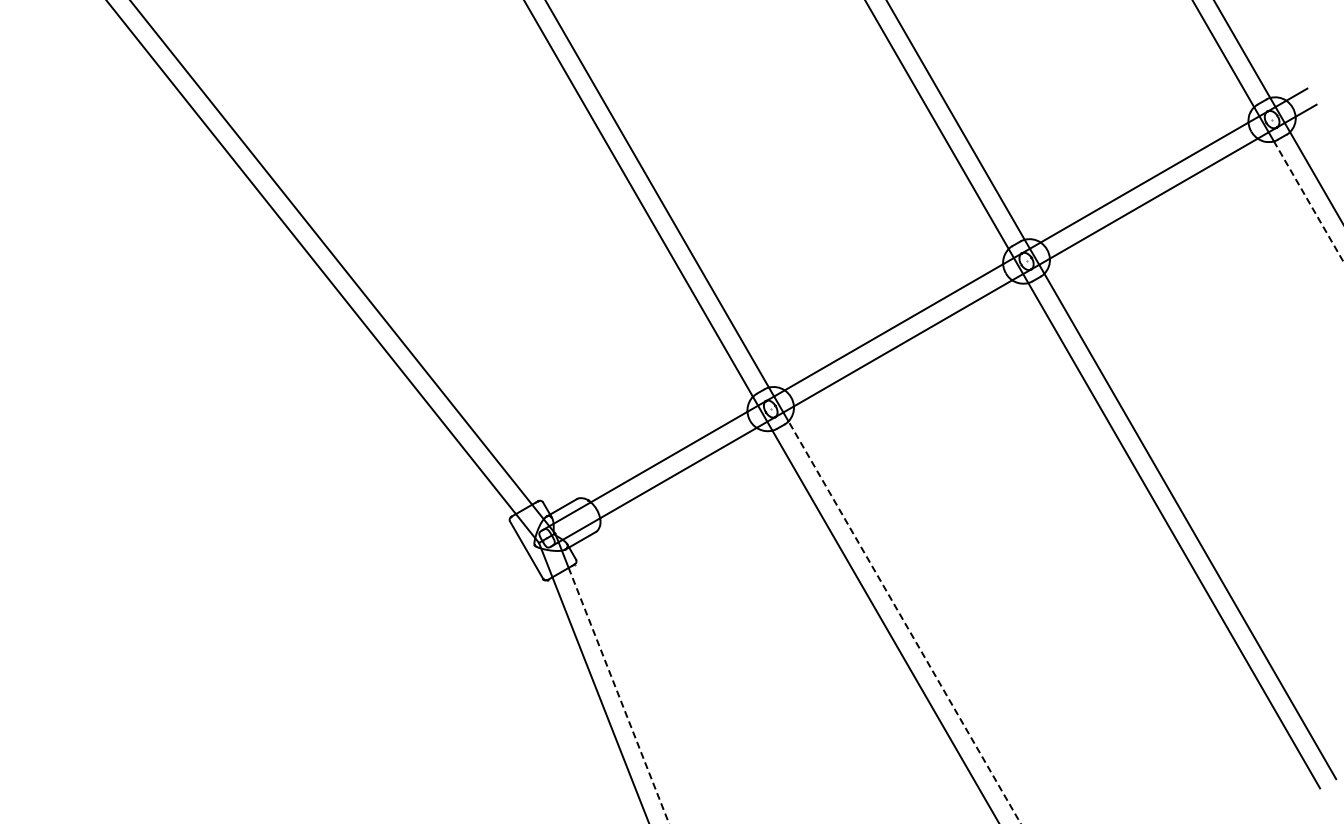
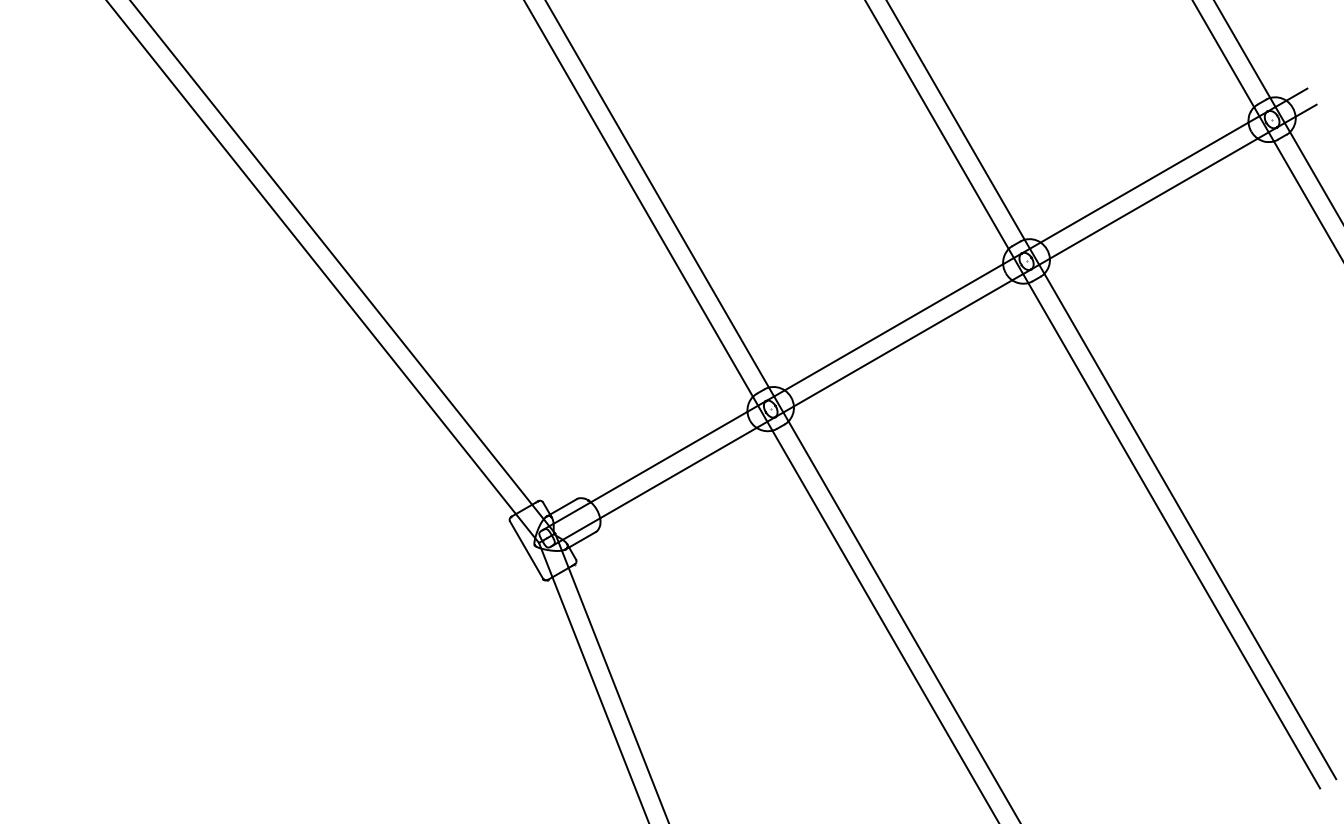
line at (1308, 201): dashed -> solid
line at (904, 622): dashed -> solid
line at (619, 696): dashed -> solid
